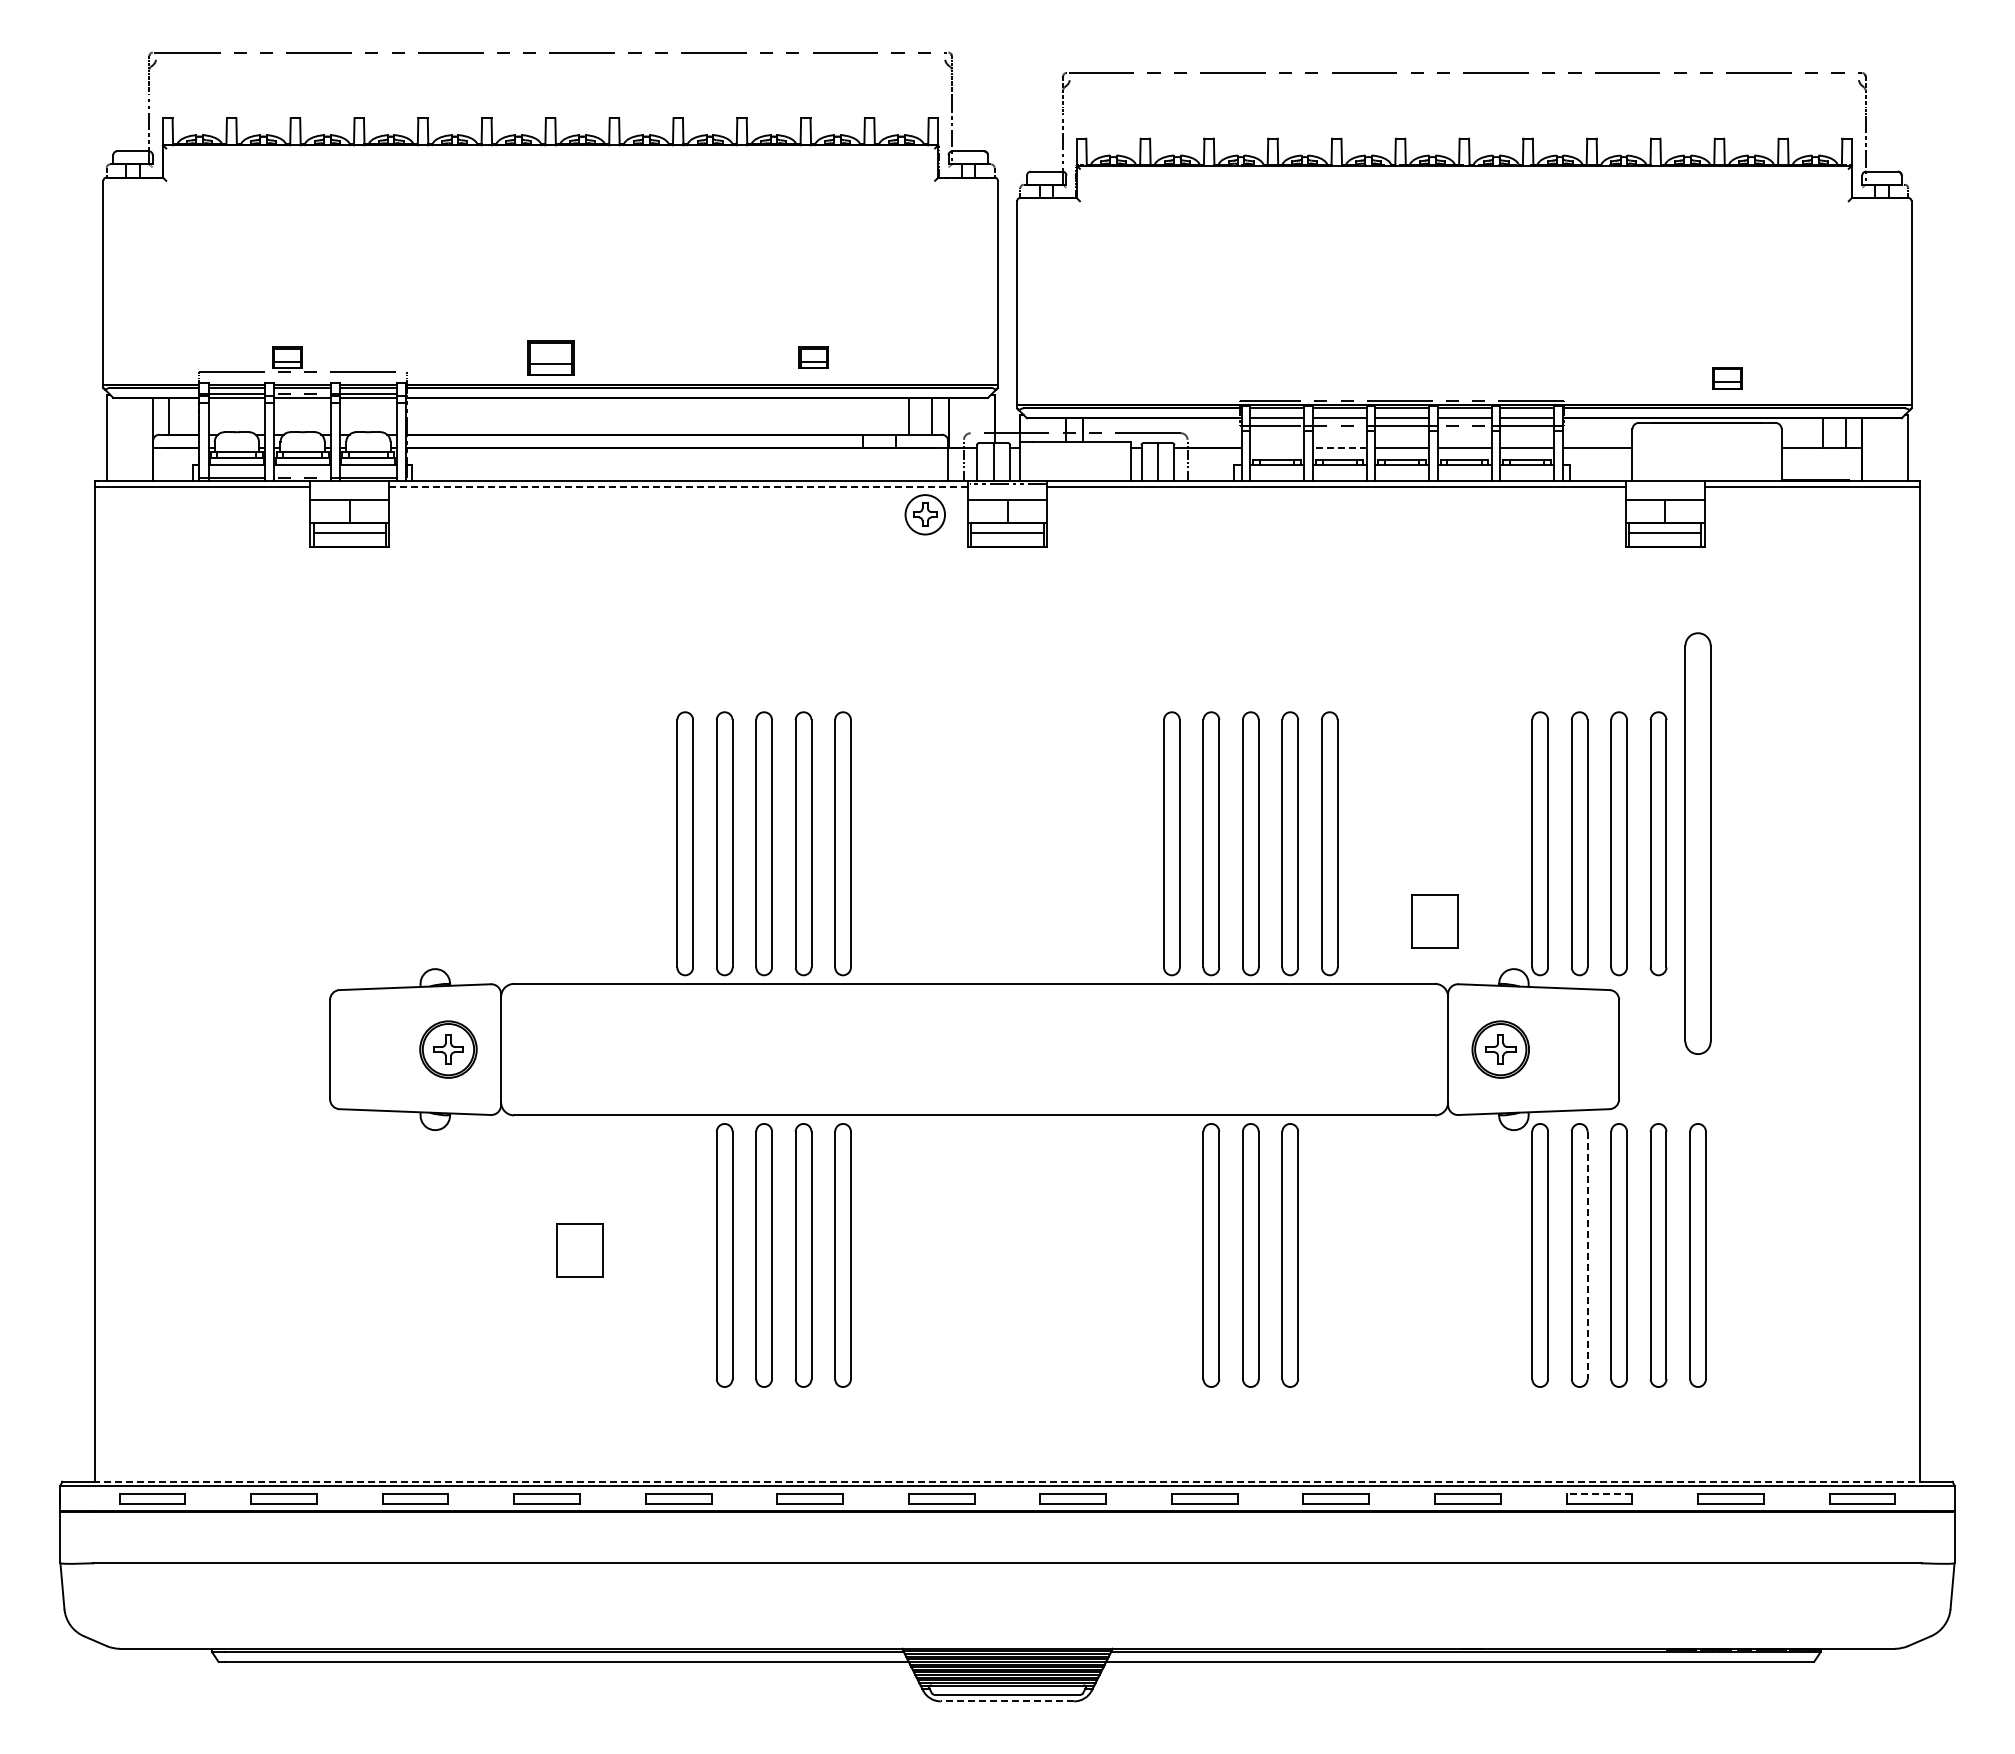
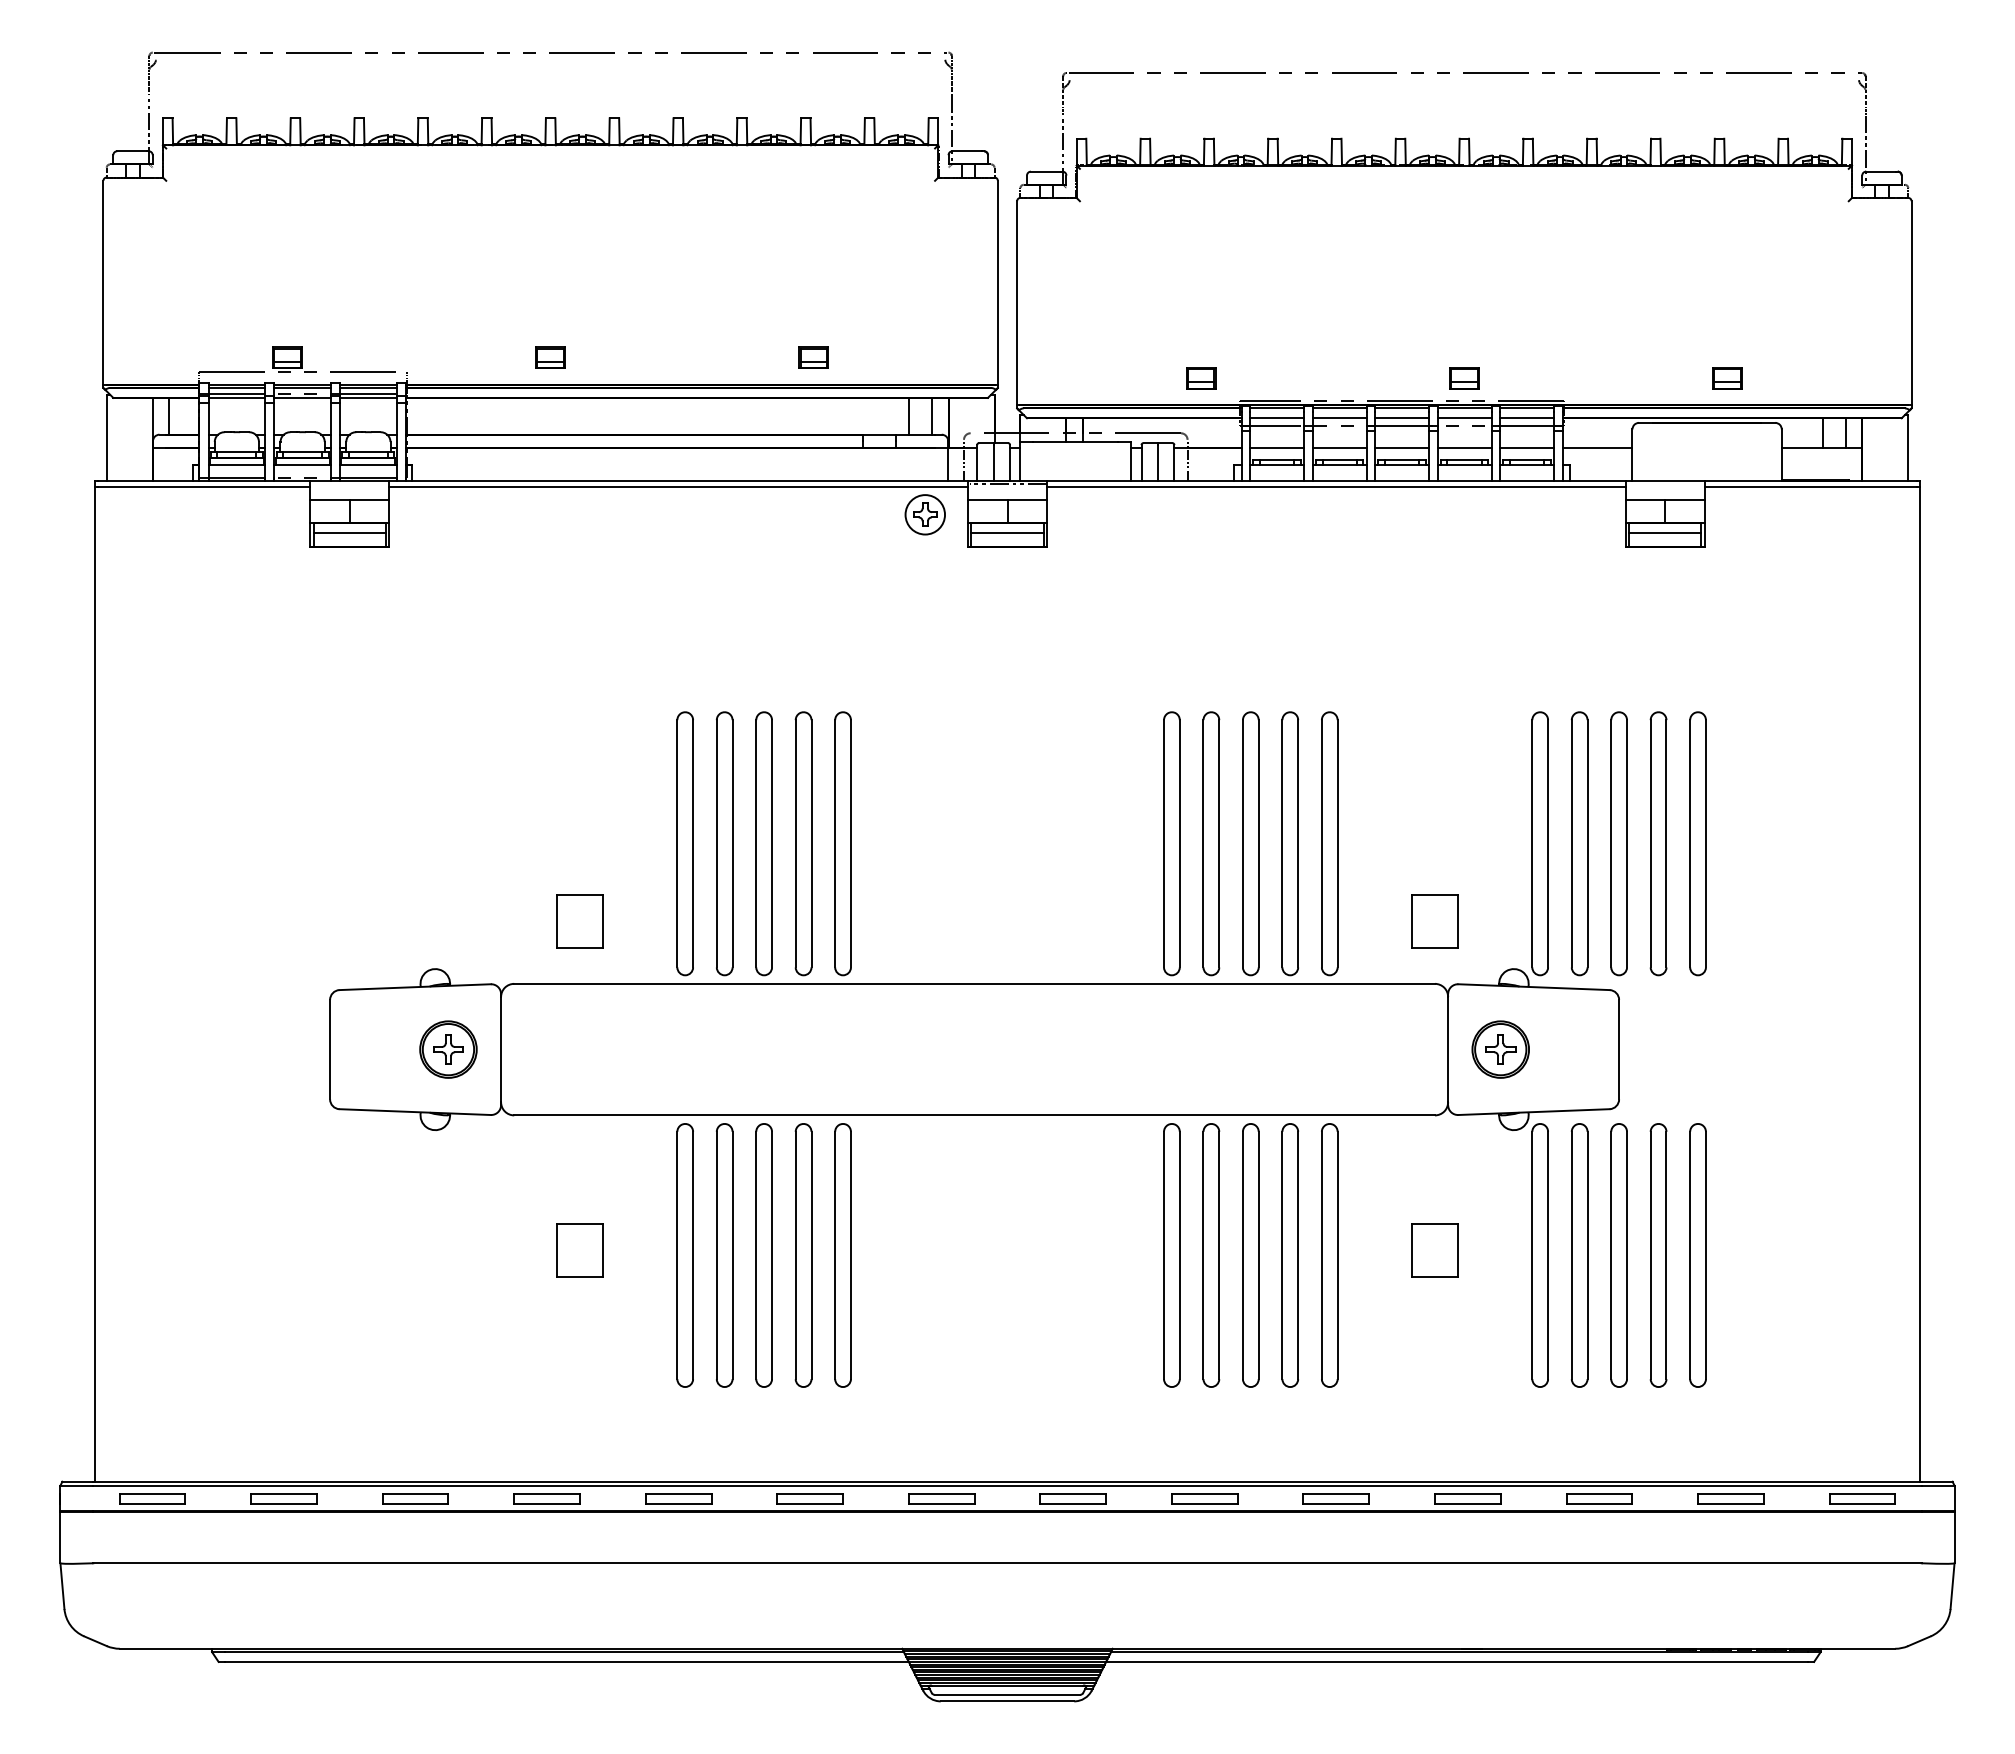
part at (550, 357) size: 48x36 px -> 31x23 px
part at (1201, 378): none -> present
part at (1464, 378): none -> present
line at (1277, 447): none -> present
line at (1339, 447): dashed -> solid
line at (679, 487): dashed -> solid
part at (1697, 843) size: 28x423 px -> 18x266 px
part at (579, 921): none -> present
part at (1434, 1250): none -> present
part at (684, 1255): none -> present
part at (1171, 1255): none -> present
part at (1329, 1255): none -> present
line at (1587, 1255): dashed -> solid
line at (1007, 1481): dashed -> solid
line at (1599, 1493): dashed -> solid
line at (1007, 1701): dashed -> solid
